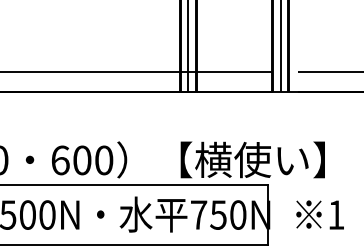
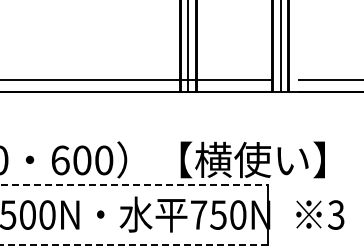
line at (181, 72) position: (181, 72) -> (181, 80)
line at (134, 185): solid -> dashed
text at (336, 214): 1 -> 3
line at (134, 244): solid -> dashed
